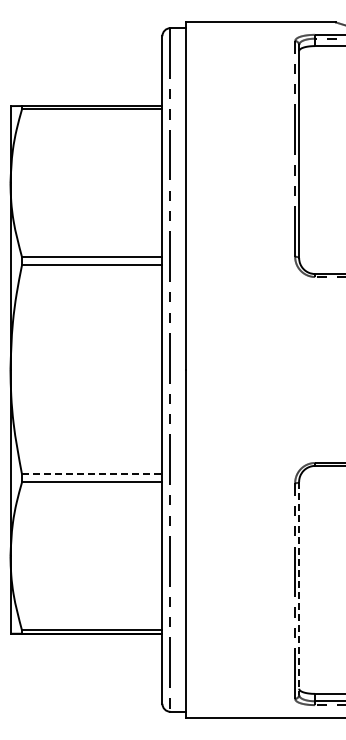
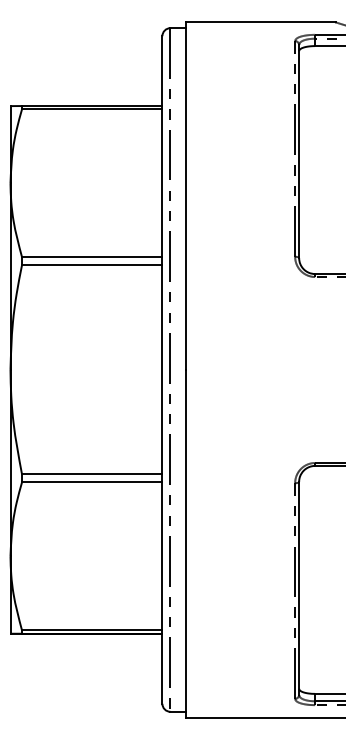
line at (92, 474): dashed -> solid
line at (299, 588): dashed -> solid
